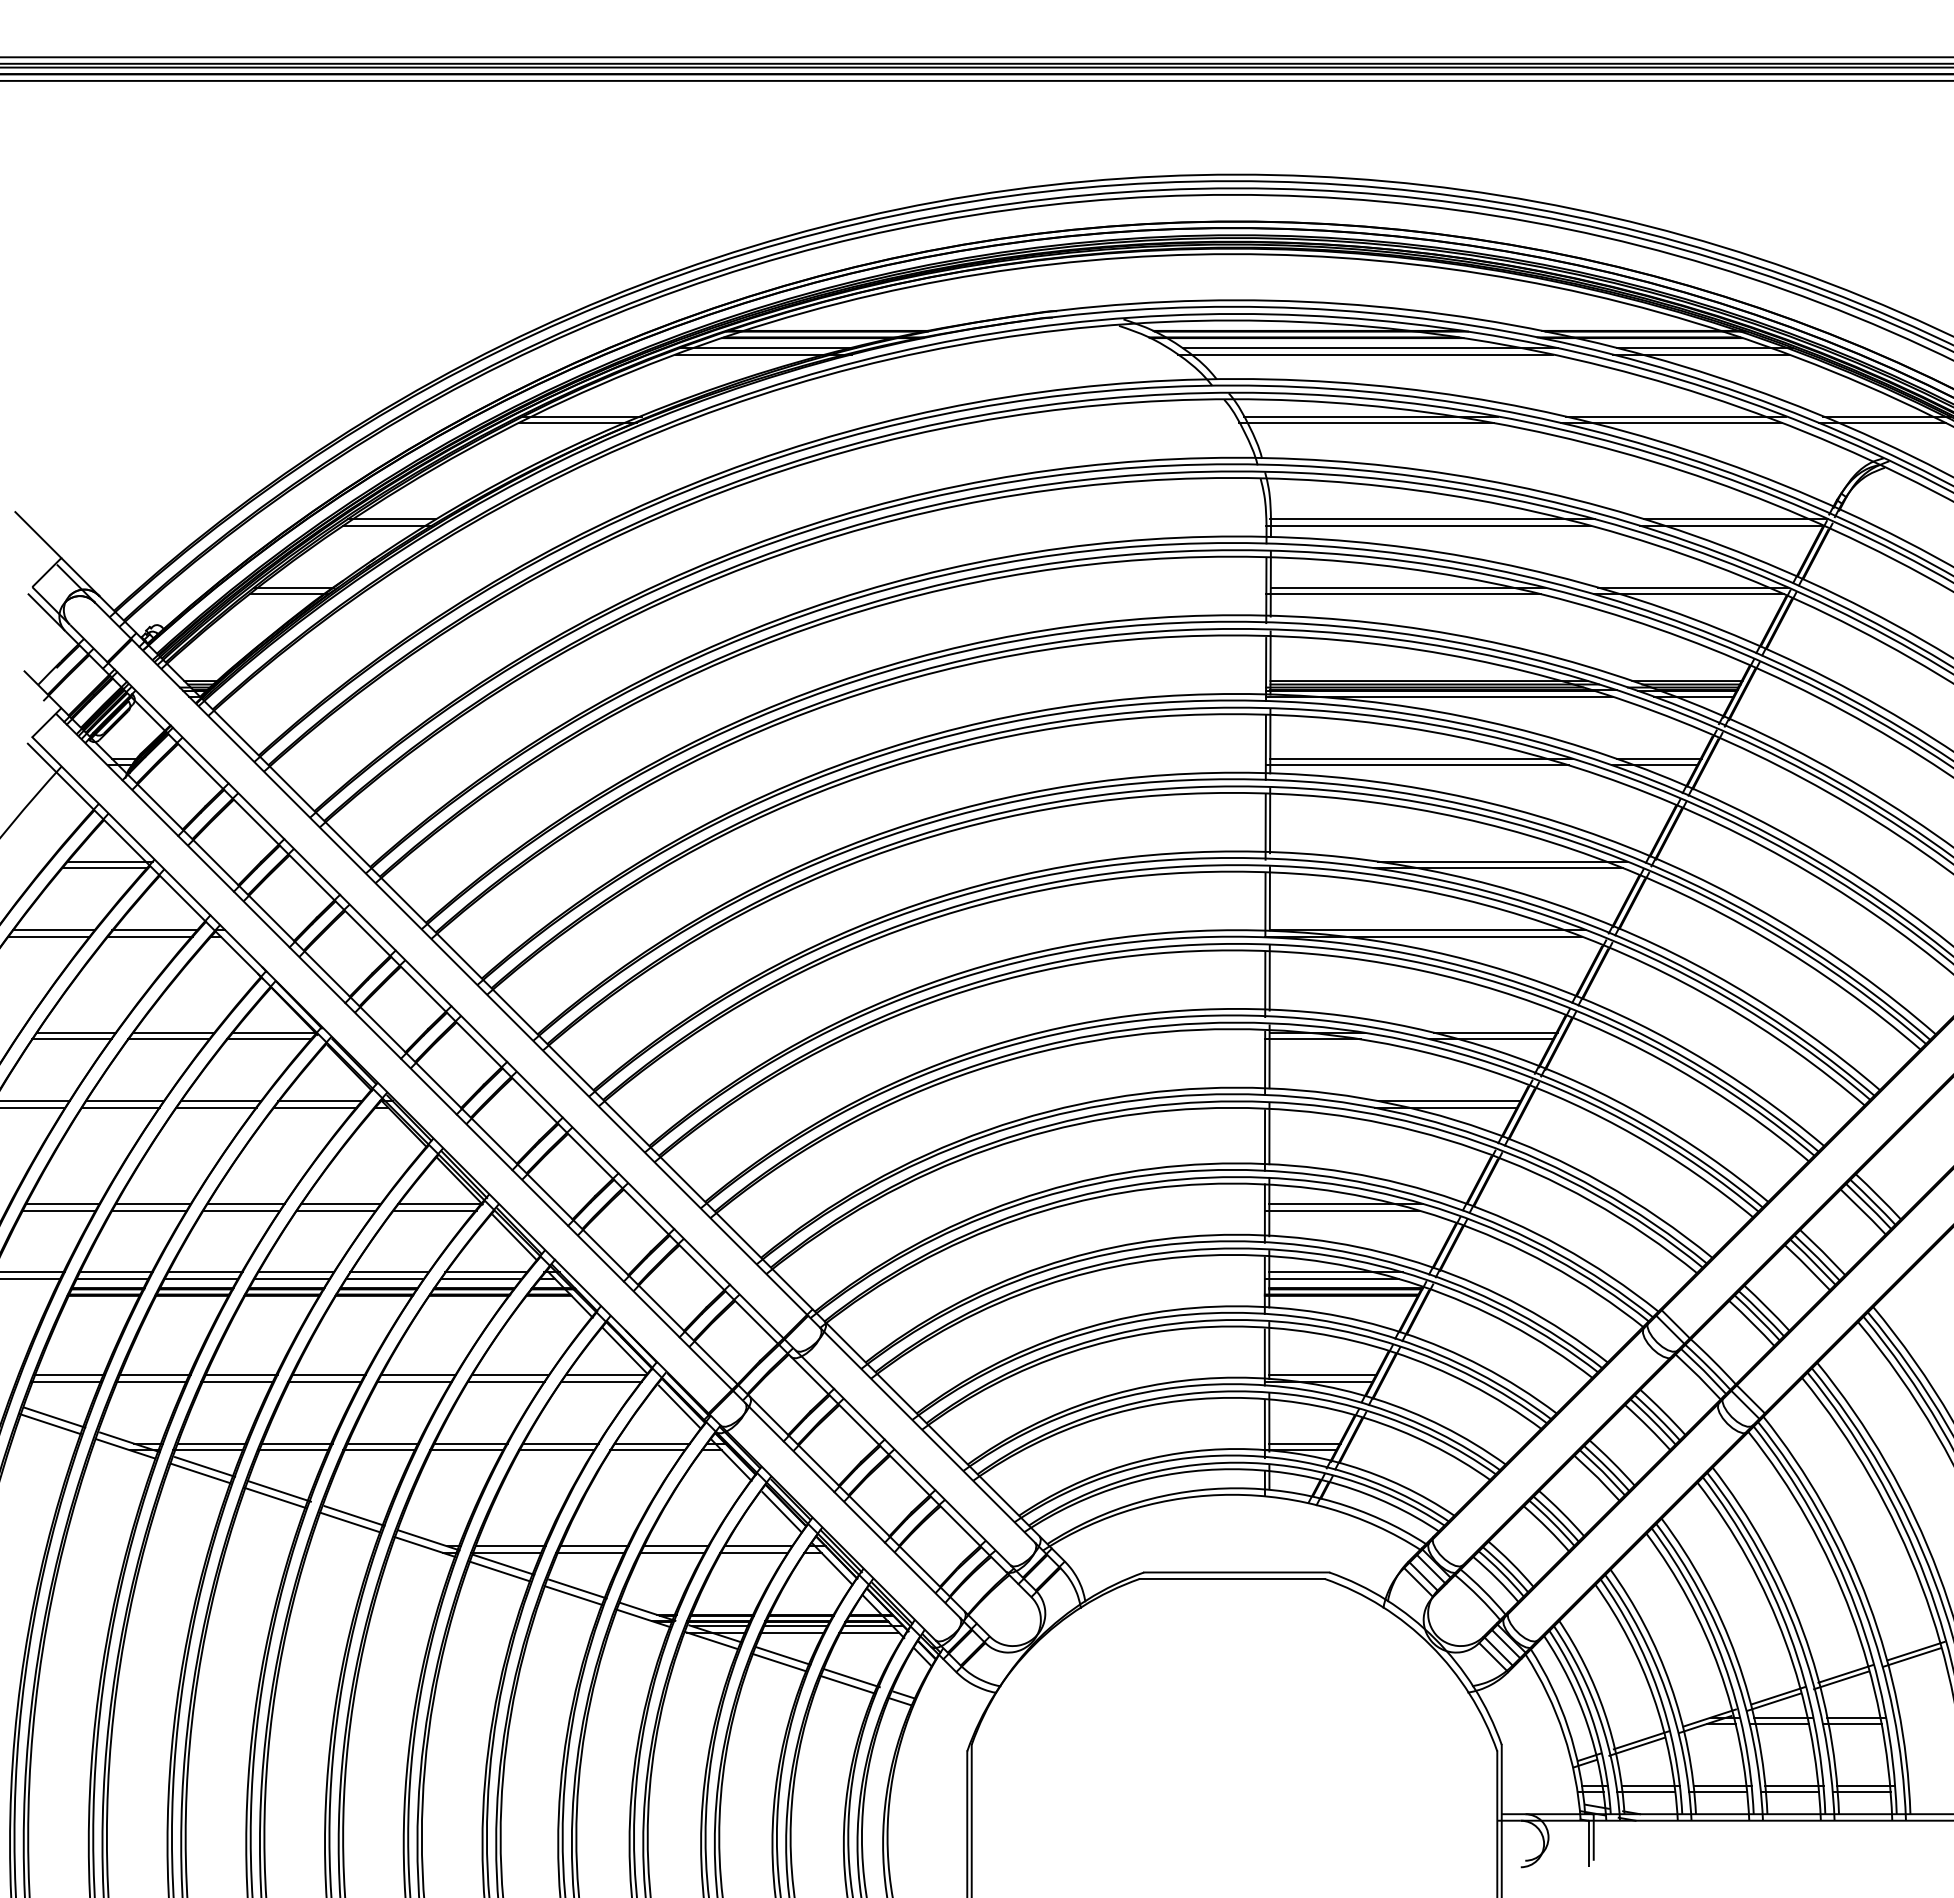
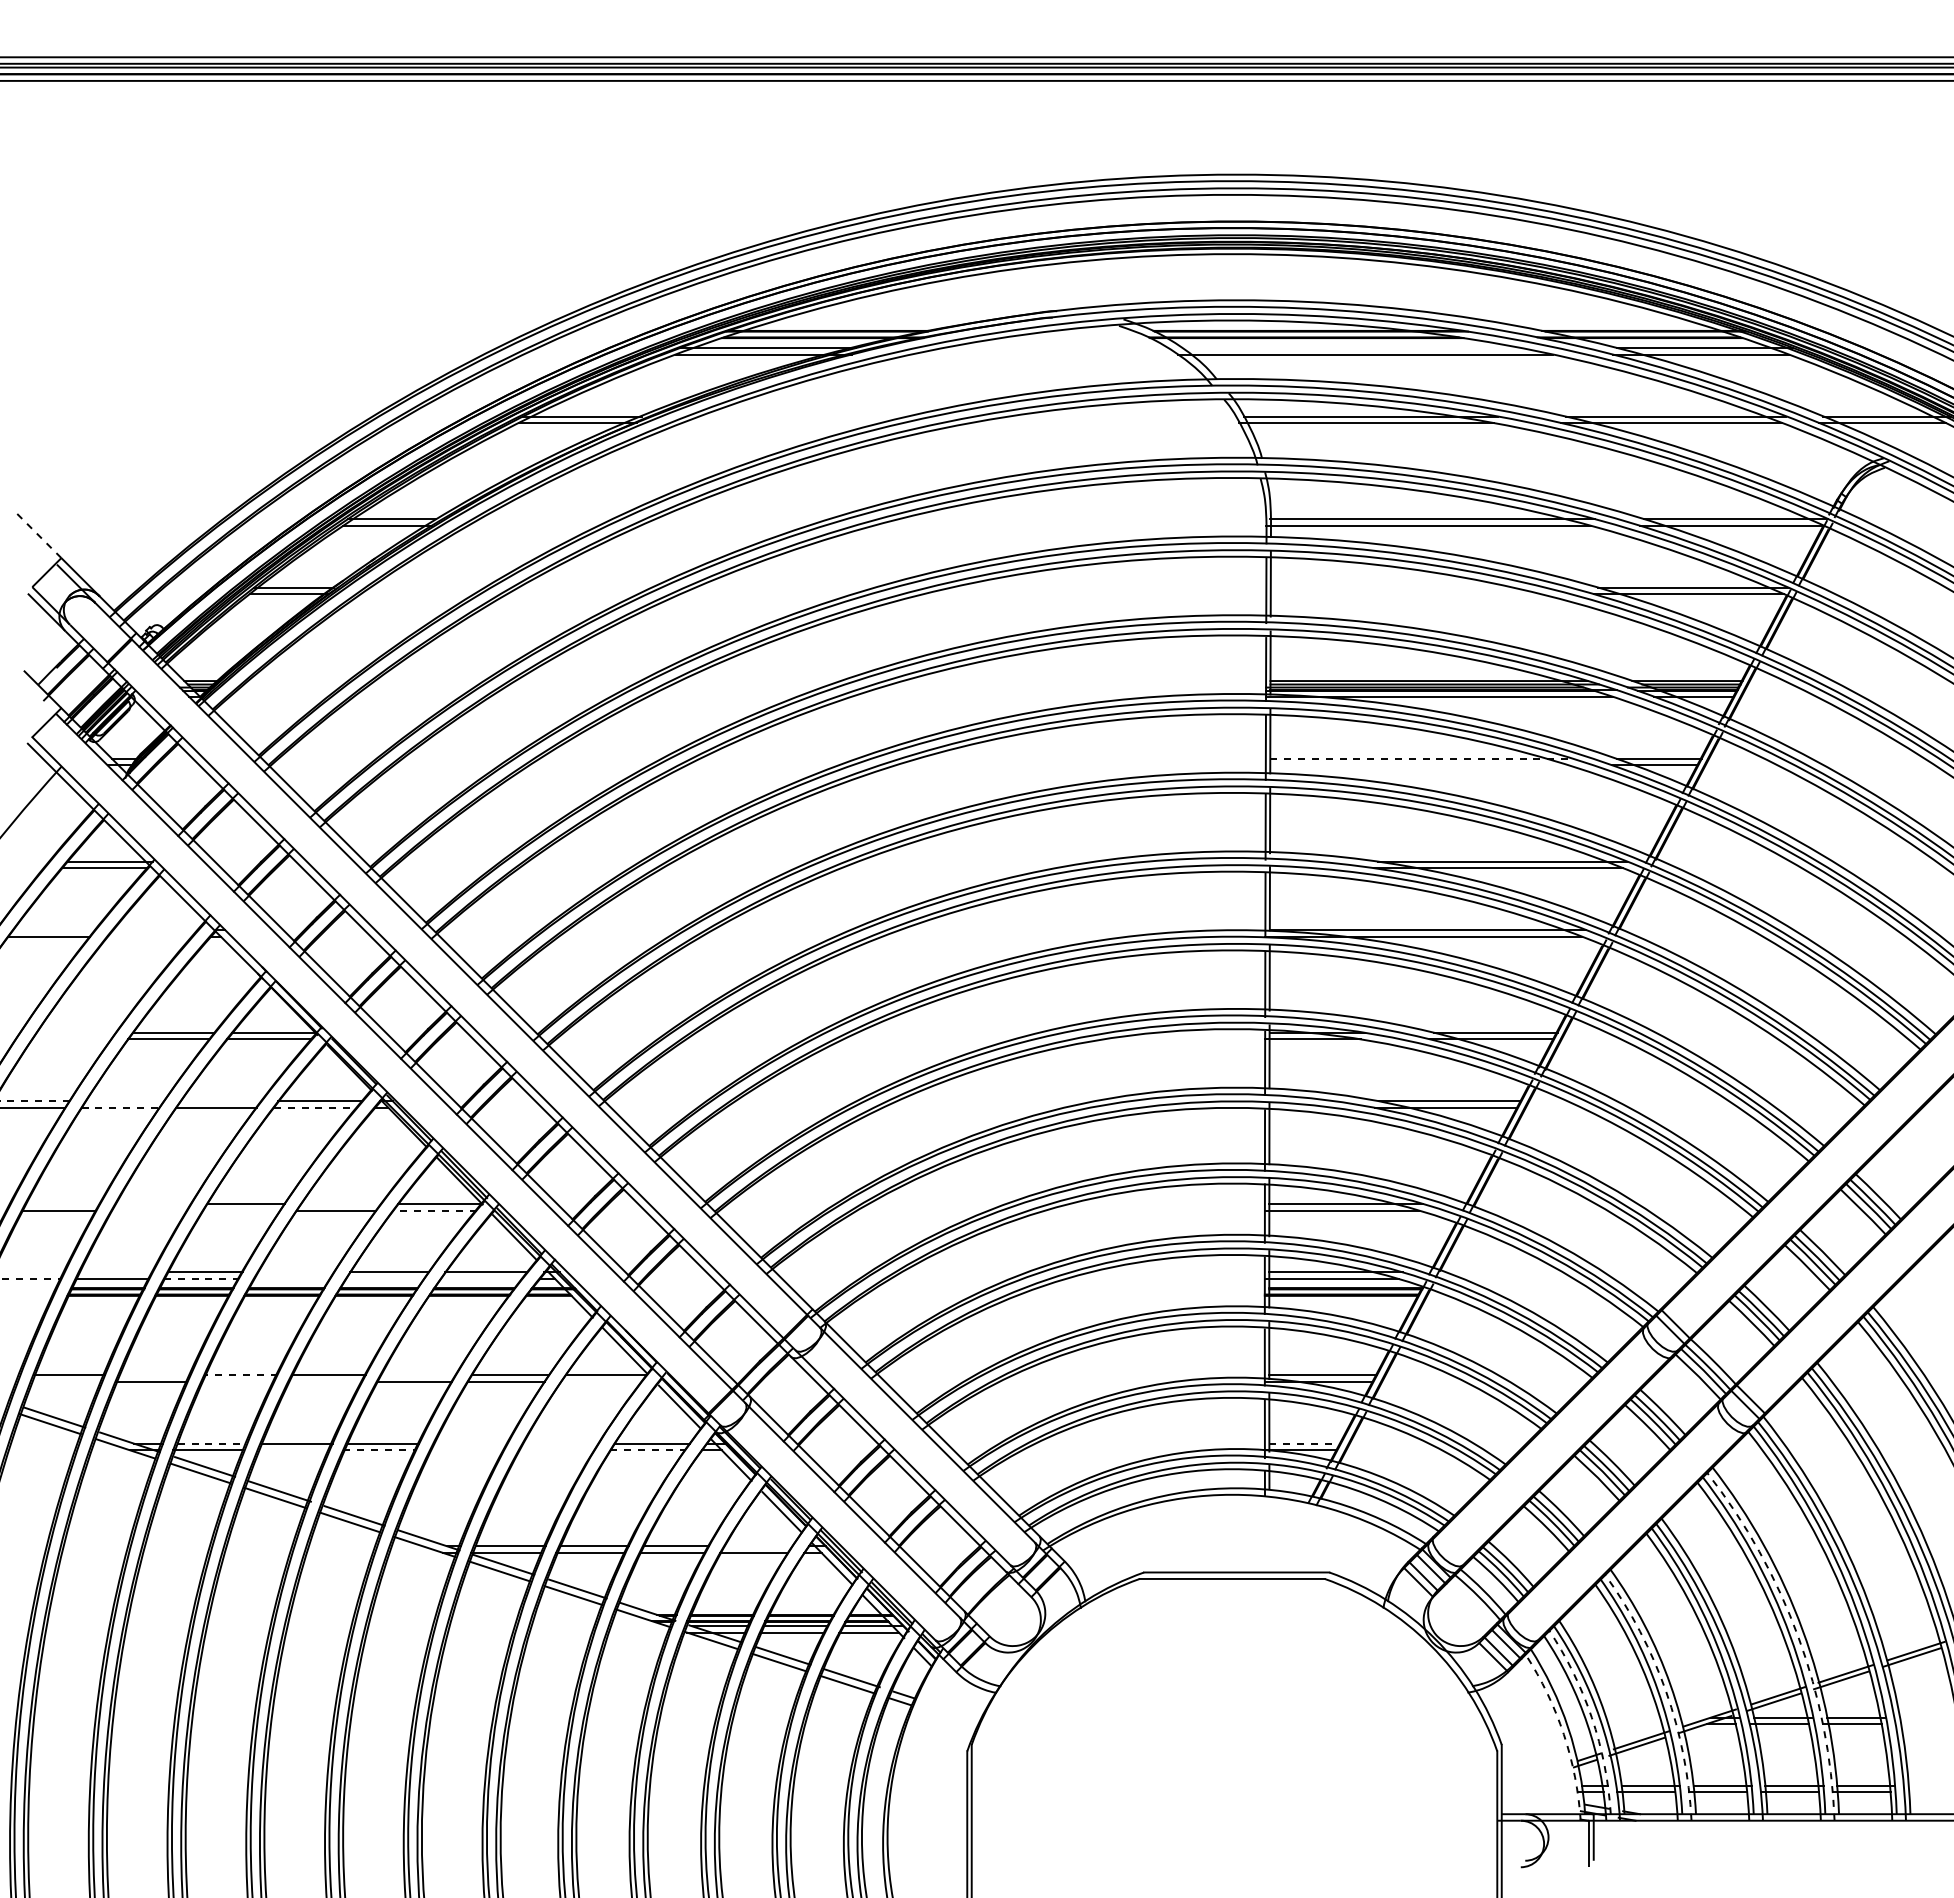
line at (1369, 348): present -> none
line at (38, 535): solid -> dashed
line at (1407, 587): present -> none
line at (1403, 594): present -> none
line at (1422, 758): solid -> dashed
line at (1416, 765): present -> none
line at (53, 930): present -> none
line at (154, 930): present -> none
line at (149, 936): present -> none
line at (75, 1032): present -> none
line at (71, 1039): present -> none
line at (35, 1101): solid -> dashed
line at (125, 1101): present -> none
line at (220, 1101): present -> none
line at (121, 1107): solid -> dashed
line at (315, 1107): solid -> dashed
line at (63, 1204): present -> none
line at (153, 1204): present -> none
line at (340, 1204): present -> none
line at (149, 1210): present -> none
line at (241, 1210): present -> none
line at (435, 1210): solid -> dashed
line at (33, 1272): present -> none
line at (116, 1272): present -> none
line at (296, 1272): present -> none
line at (30, 1278): solid -> dashed
line at (201, 1278): solid -> dashed
line at (291, 1278): present -> none
line at (384, 1278): present -> none
line at (481, 1278): present -> none
line at (155, 1375): present -> none
line at (241, 1375): solid -> dashed
line at (418, 1375): present -> none
line at (65, 1381): present -> none
line at (237, 1381): present -> none
line at (324, 1381): present -> none
line at (601, 1381): present -> none
line at (212, 1443): solid -> dashed
line at (470, 1443): present -> none
line at (560, 1443): present -> none
line at (1305, 1443): solid -> dashed
line at (292, 1450): present -> none
line at (379, 1450): solid -> dashed
line at (466, 1450): present -> none
line at (556, 1450): present -> none
line at (648, 1450): solid -> dashed
line at (758, 1546): present -> none
arc at (1798, 1636): solid -> dashed
arc at (1666, 1691): solid -> dashed
arc at (1591, 1717): solid -> dashed
arc at (1563, 1734): solid -> dashed
